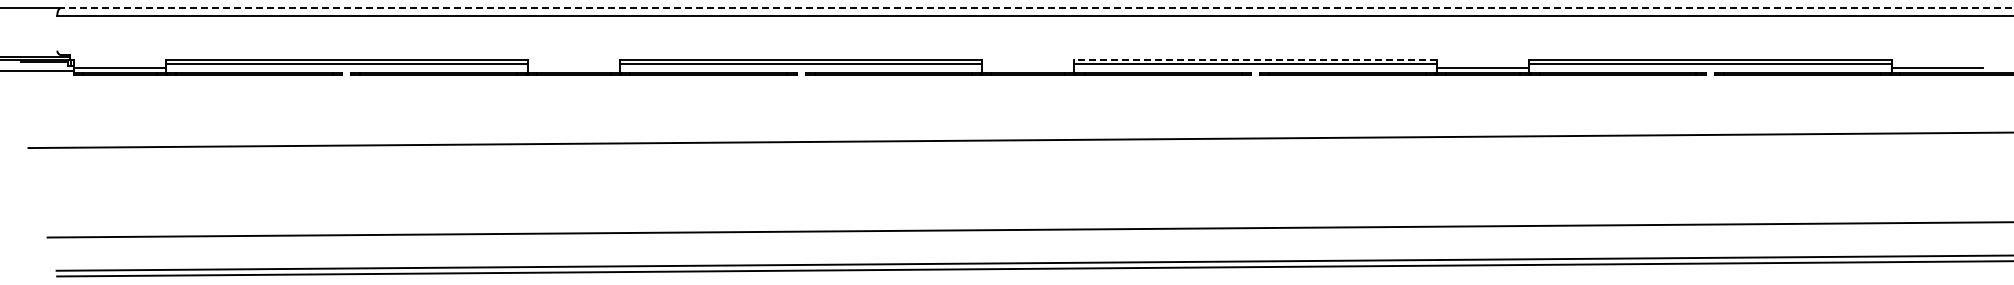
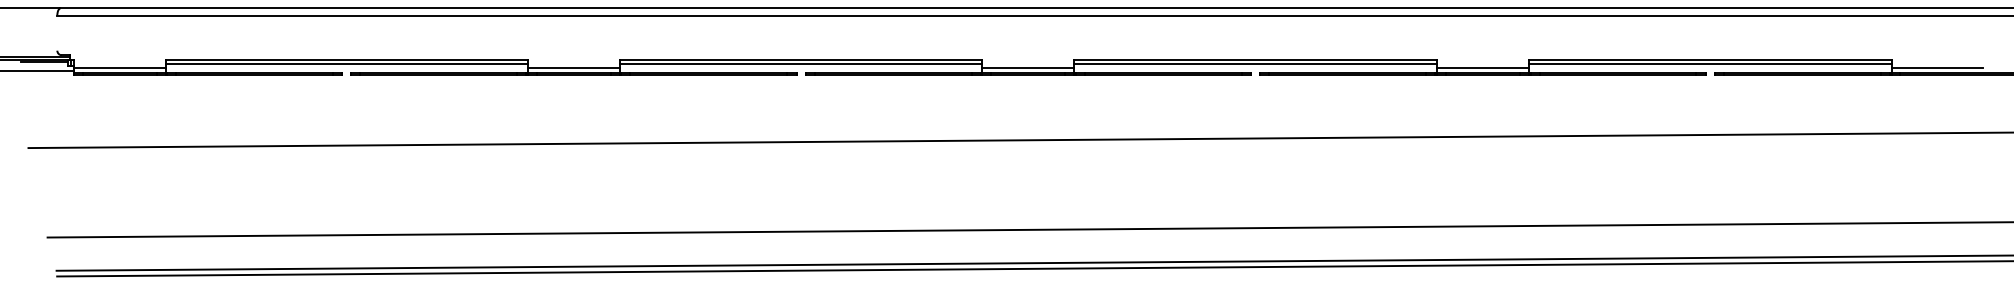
line at (1036, 8): dashed -> solid
line at (1255, 59): dashed -> solid
line at (573, 68): none -> present
line at (1028, 68): none -> present
